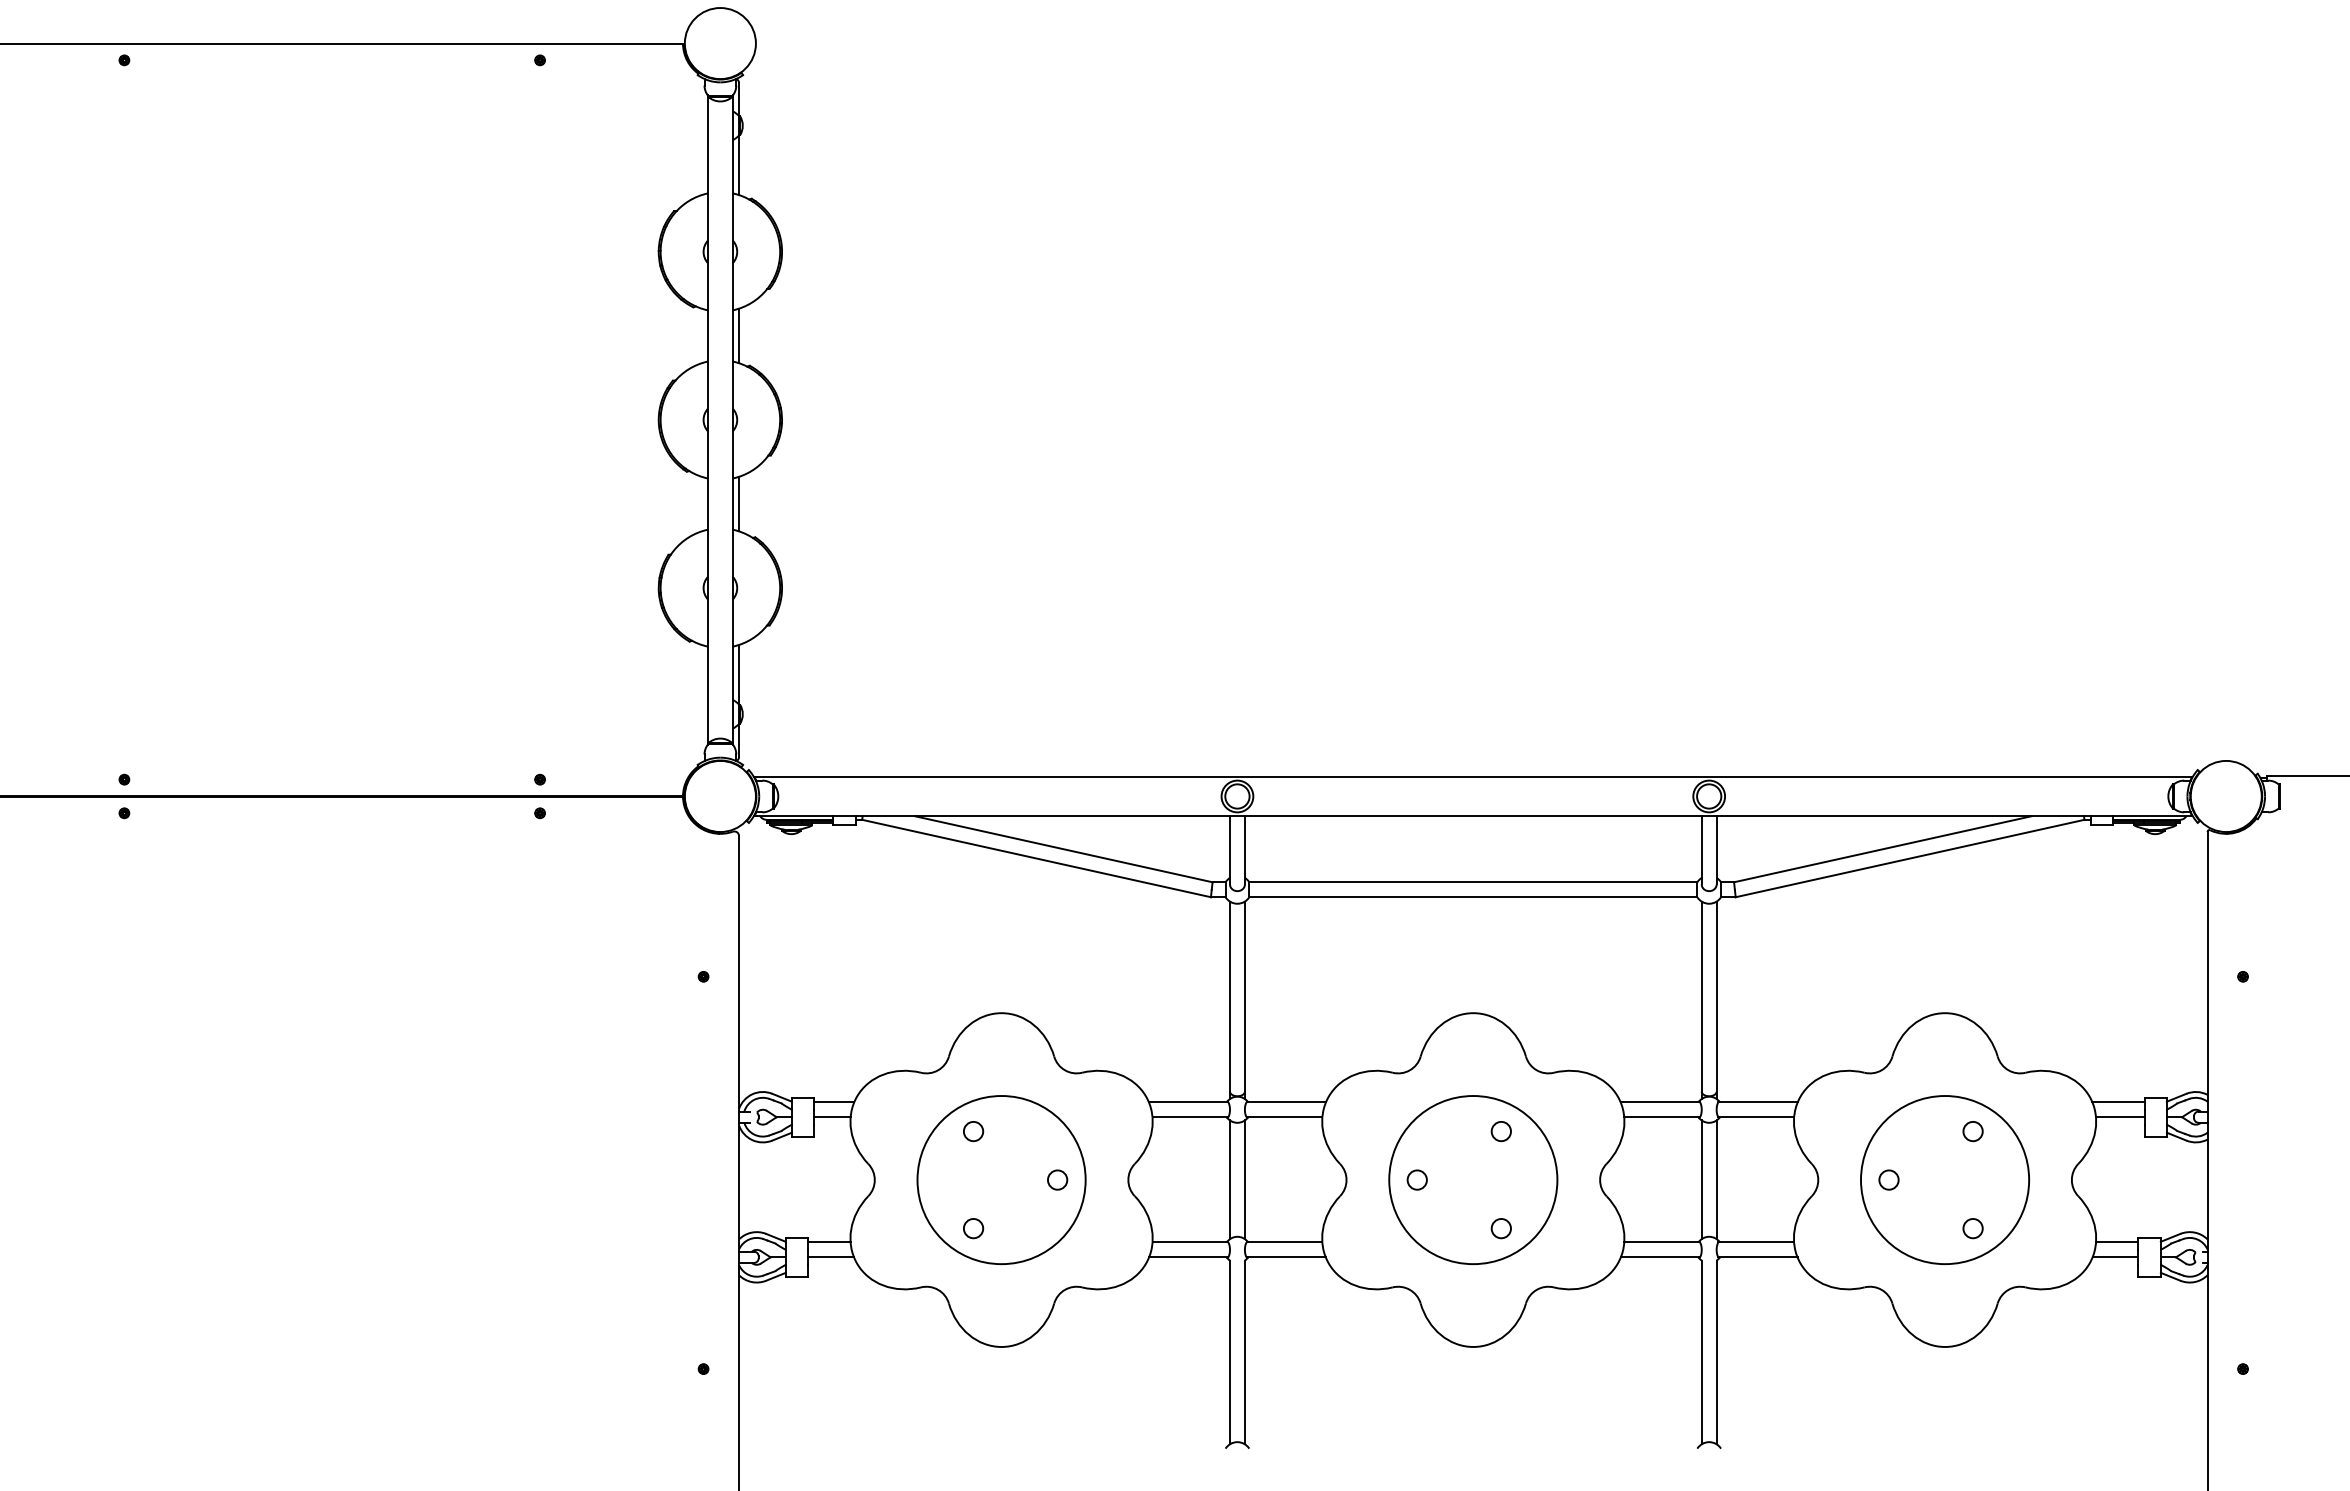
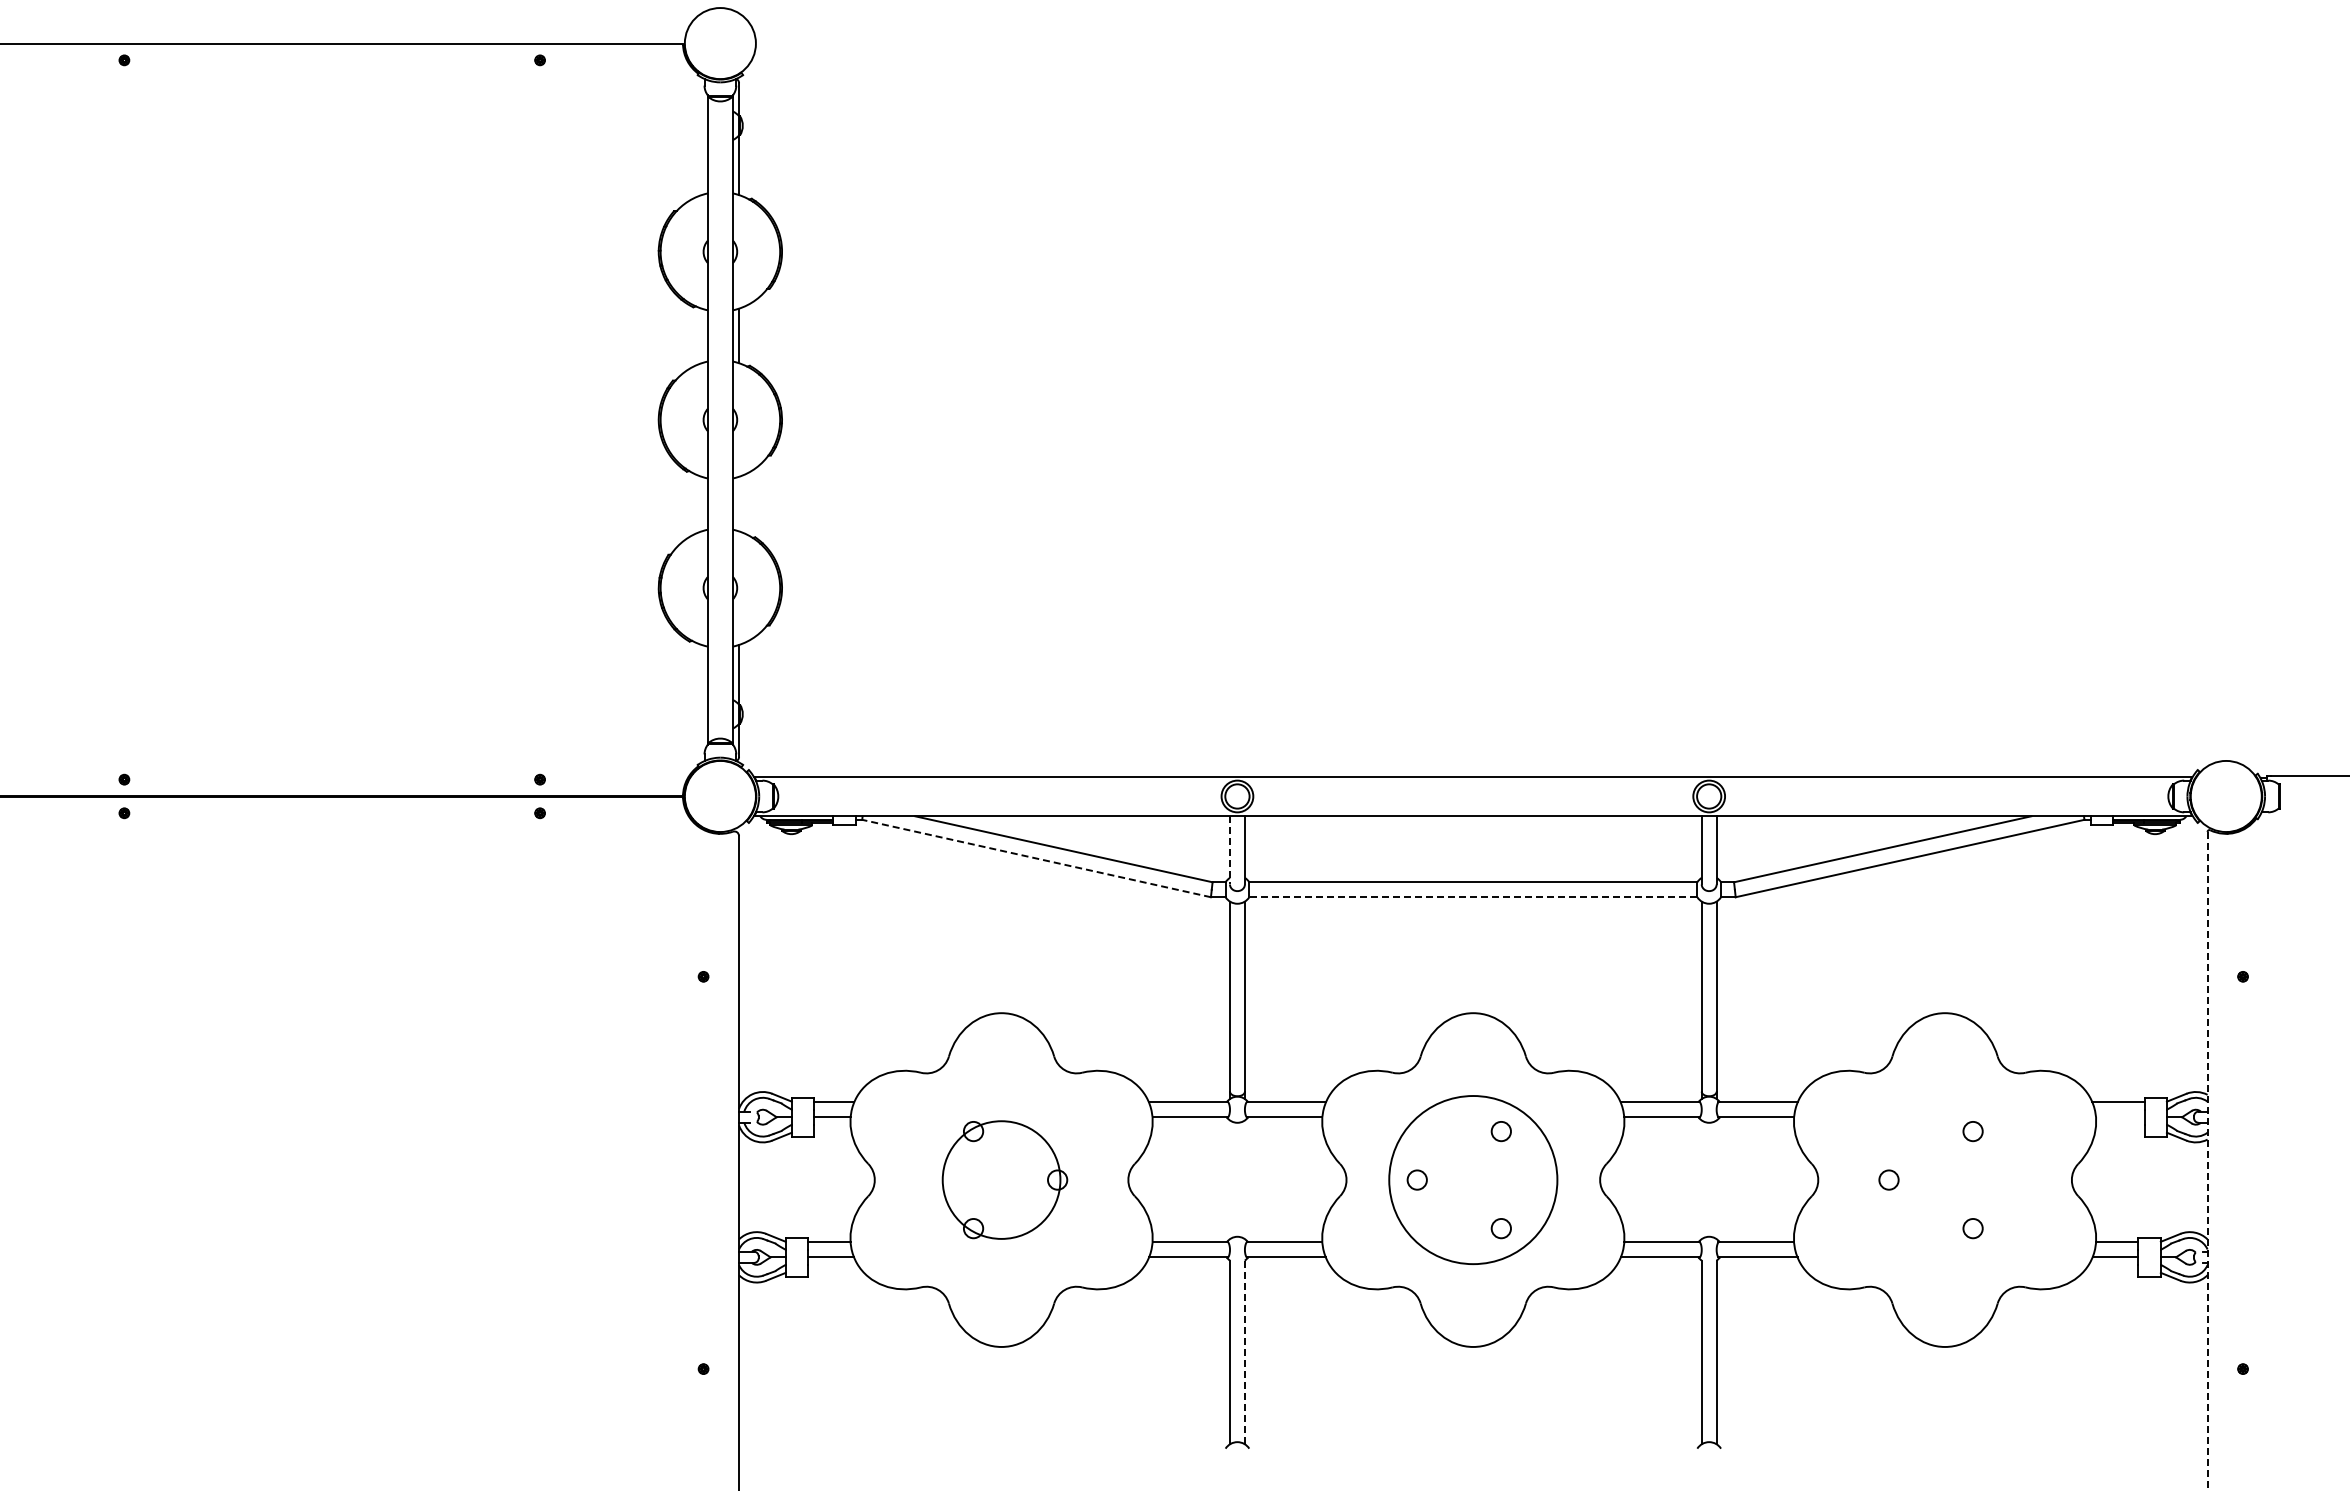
line at (739, 503): present -> none
line at (1229, 850): solid -> dashed
line at (1036, 858): solid -> dashed
line at (1472, 897): solid -> dashed
line at (2120, 1117): present -> none
line at (2207, 1161): solid -> dashed
line at (1229, 1179): present -> none
line at (1244, 1179): present -> none
line at (1701, 1179): present -> none
line at (1716, 1179): present -> none
circle at (1944, 1179): present -> none
circle at (1001, 1180) diameter: 168 px -> 118 px
line at (1244, 1352): solid -> dashed
